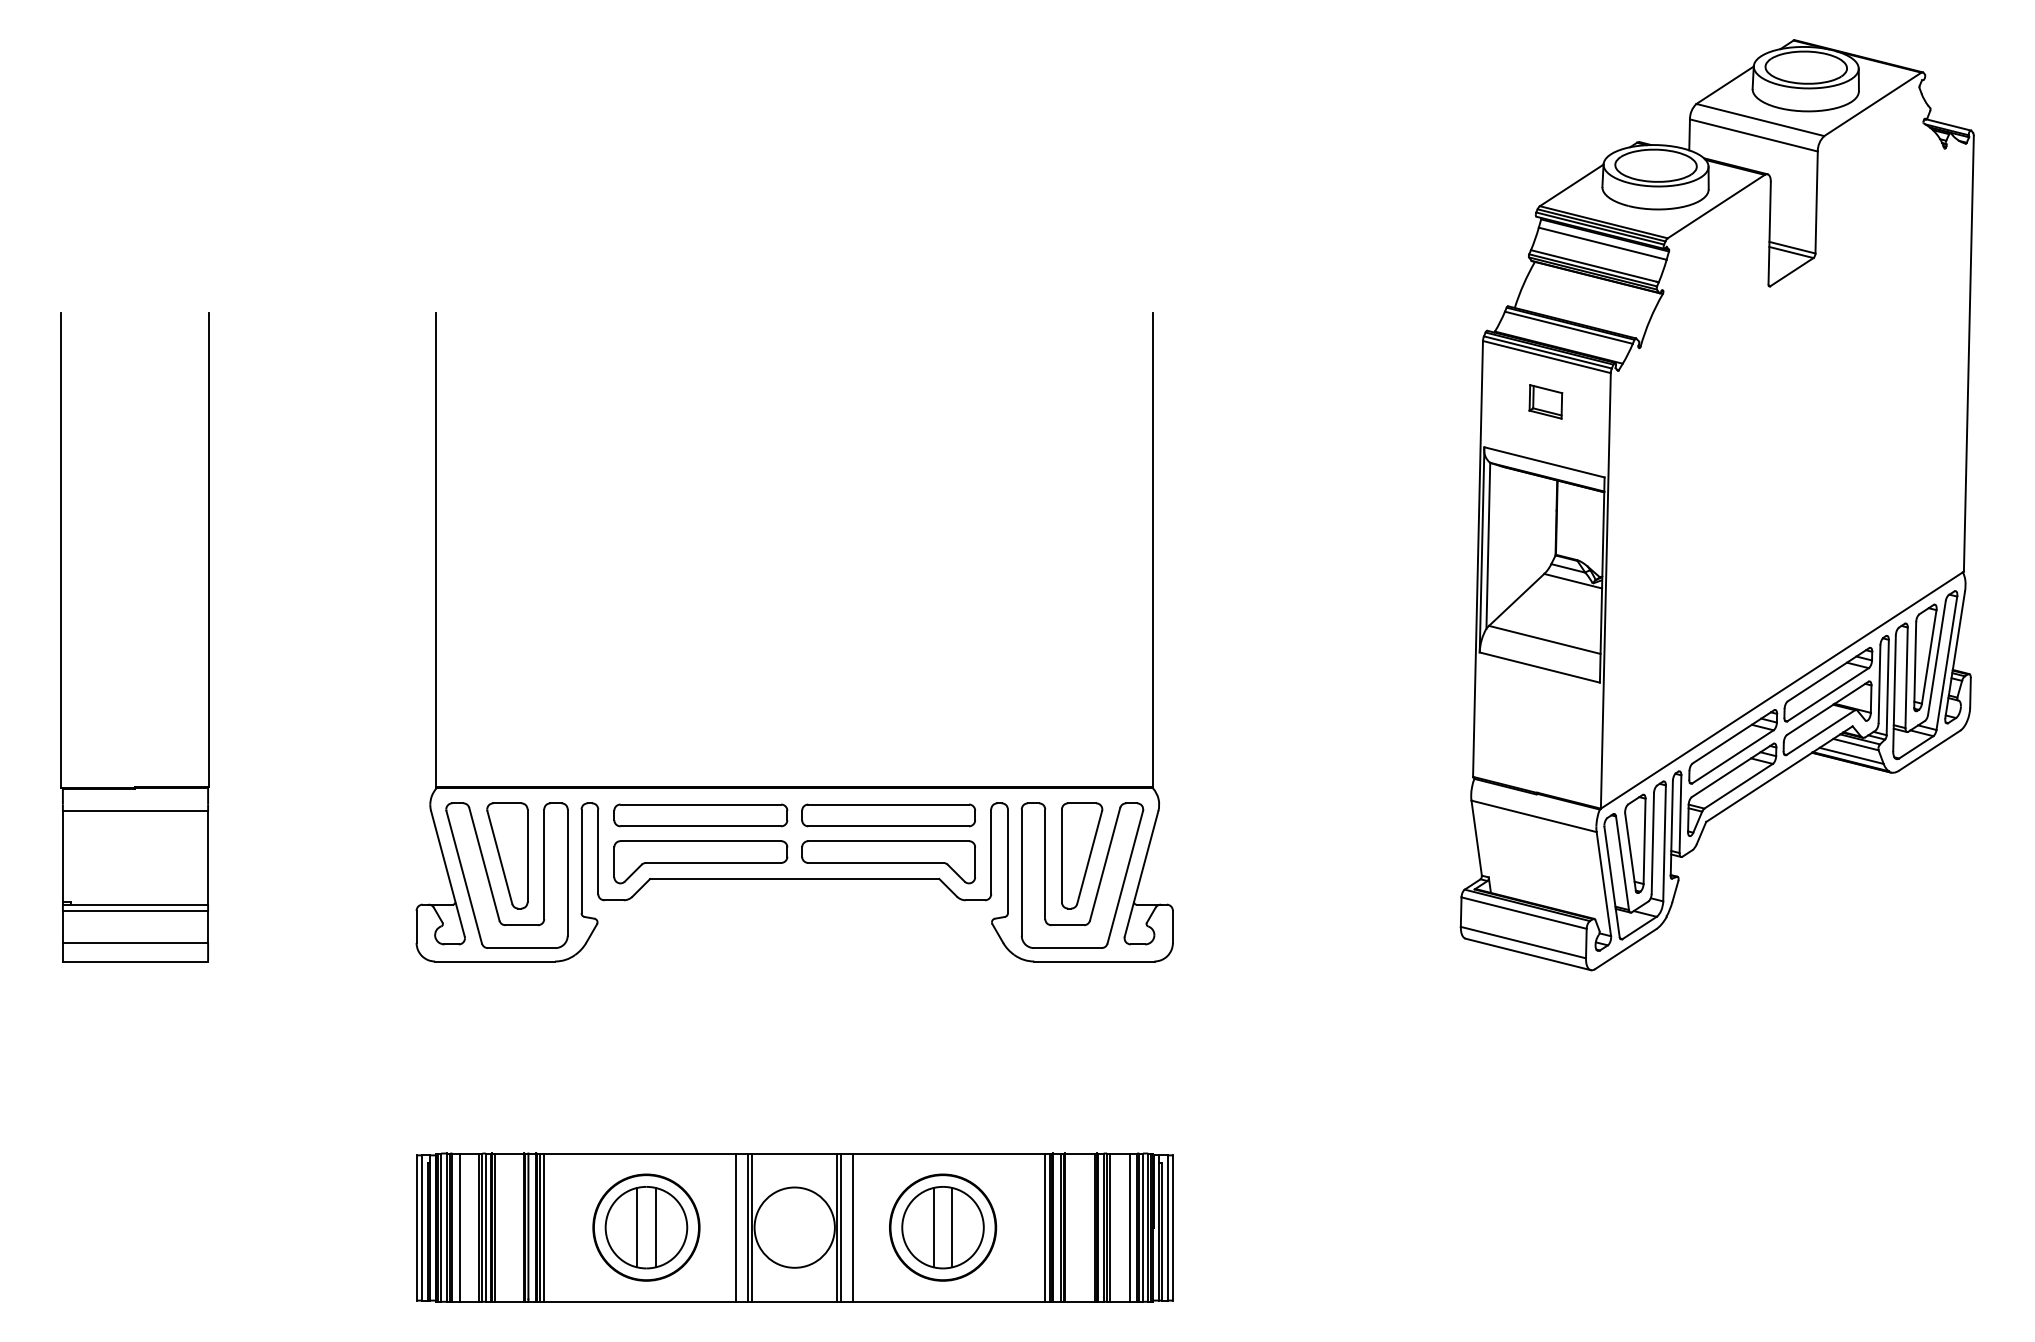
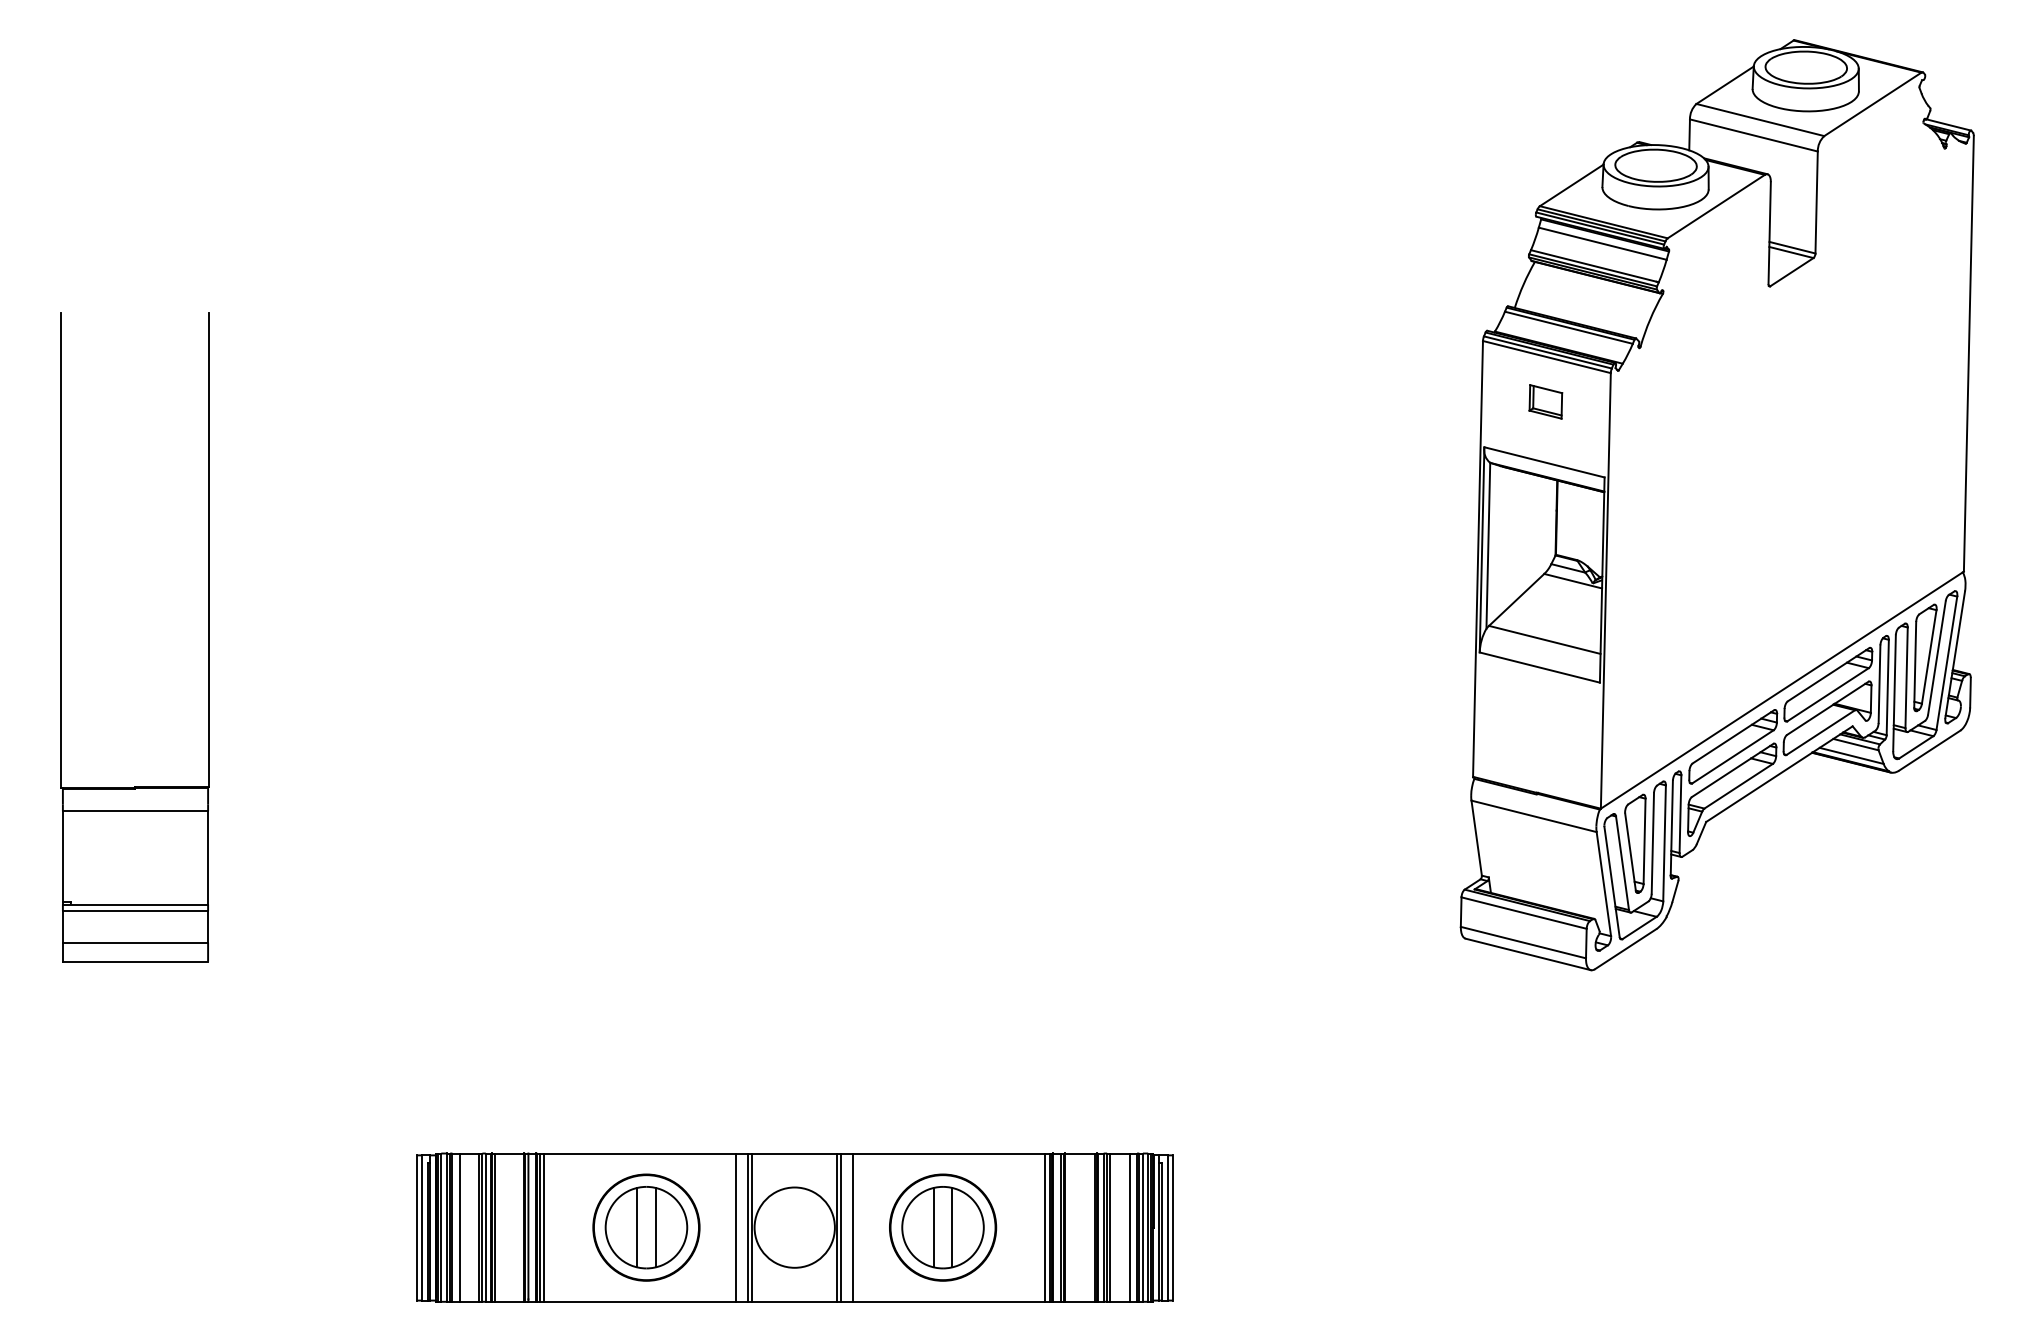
part at (794, 786): present -> none
